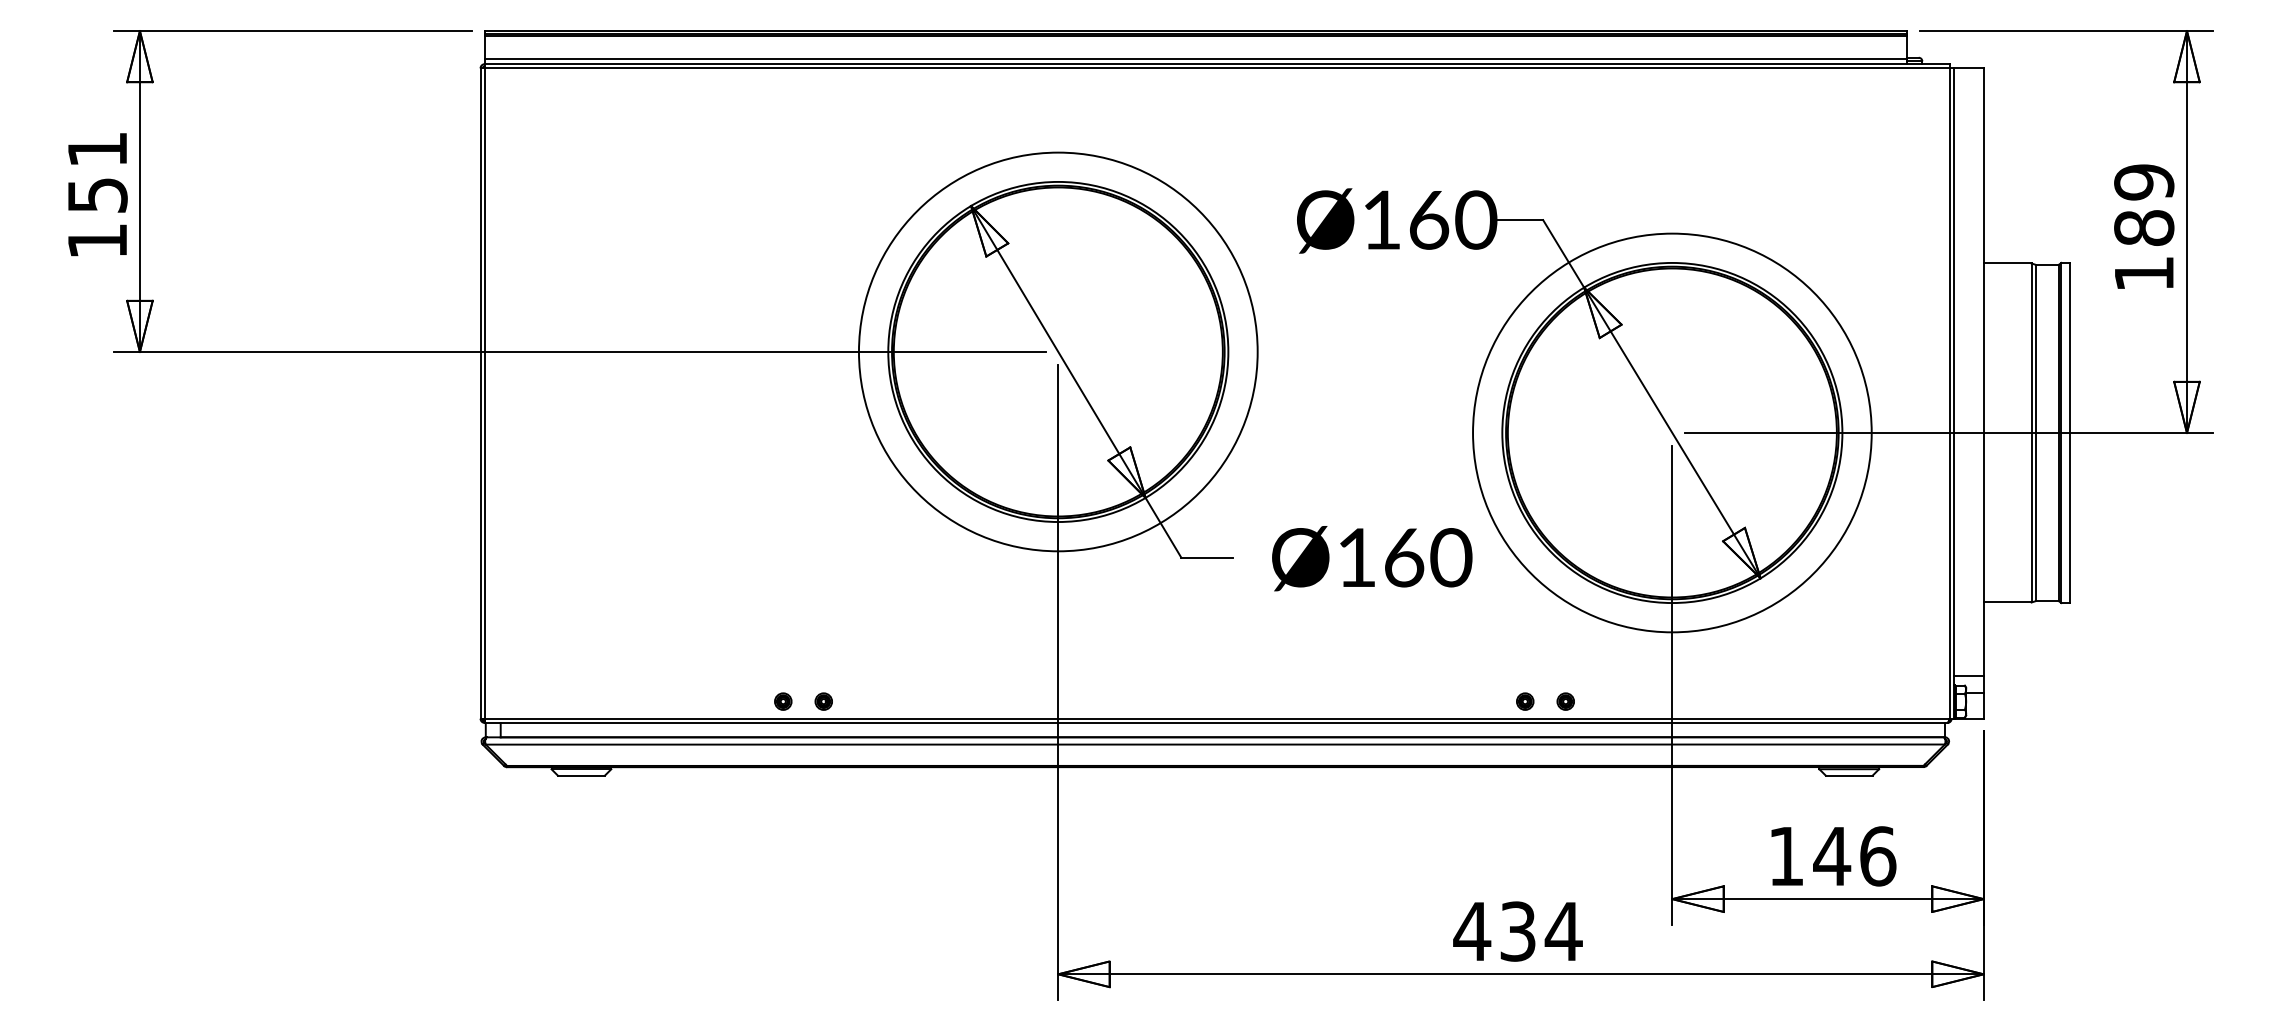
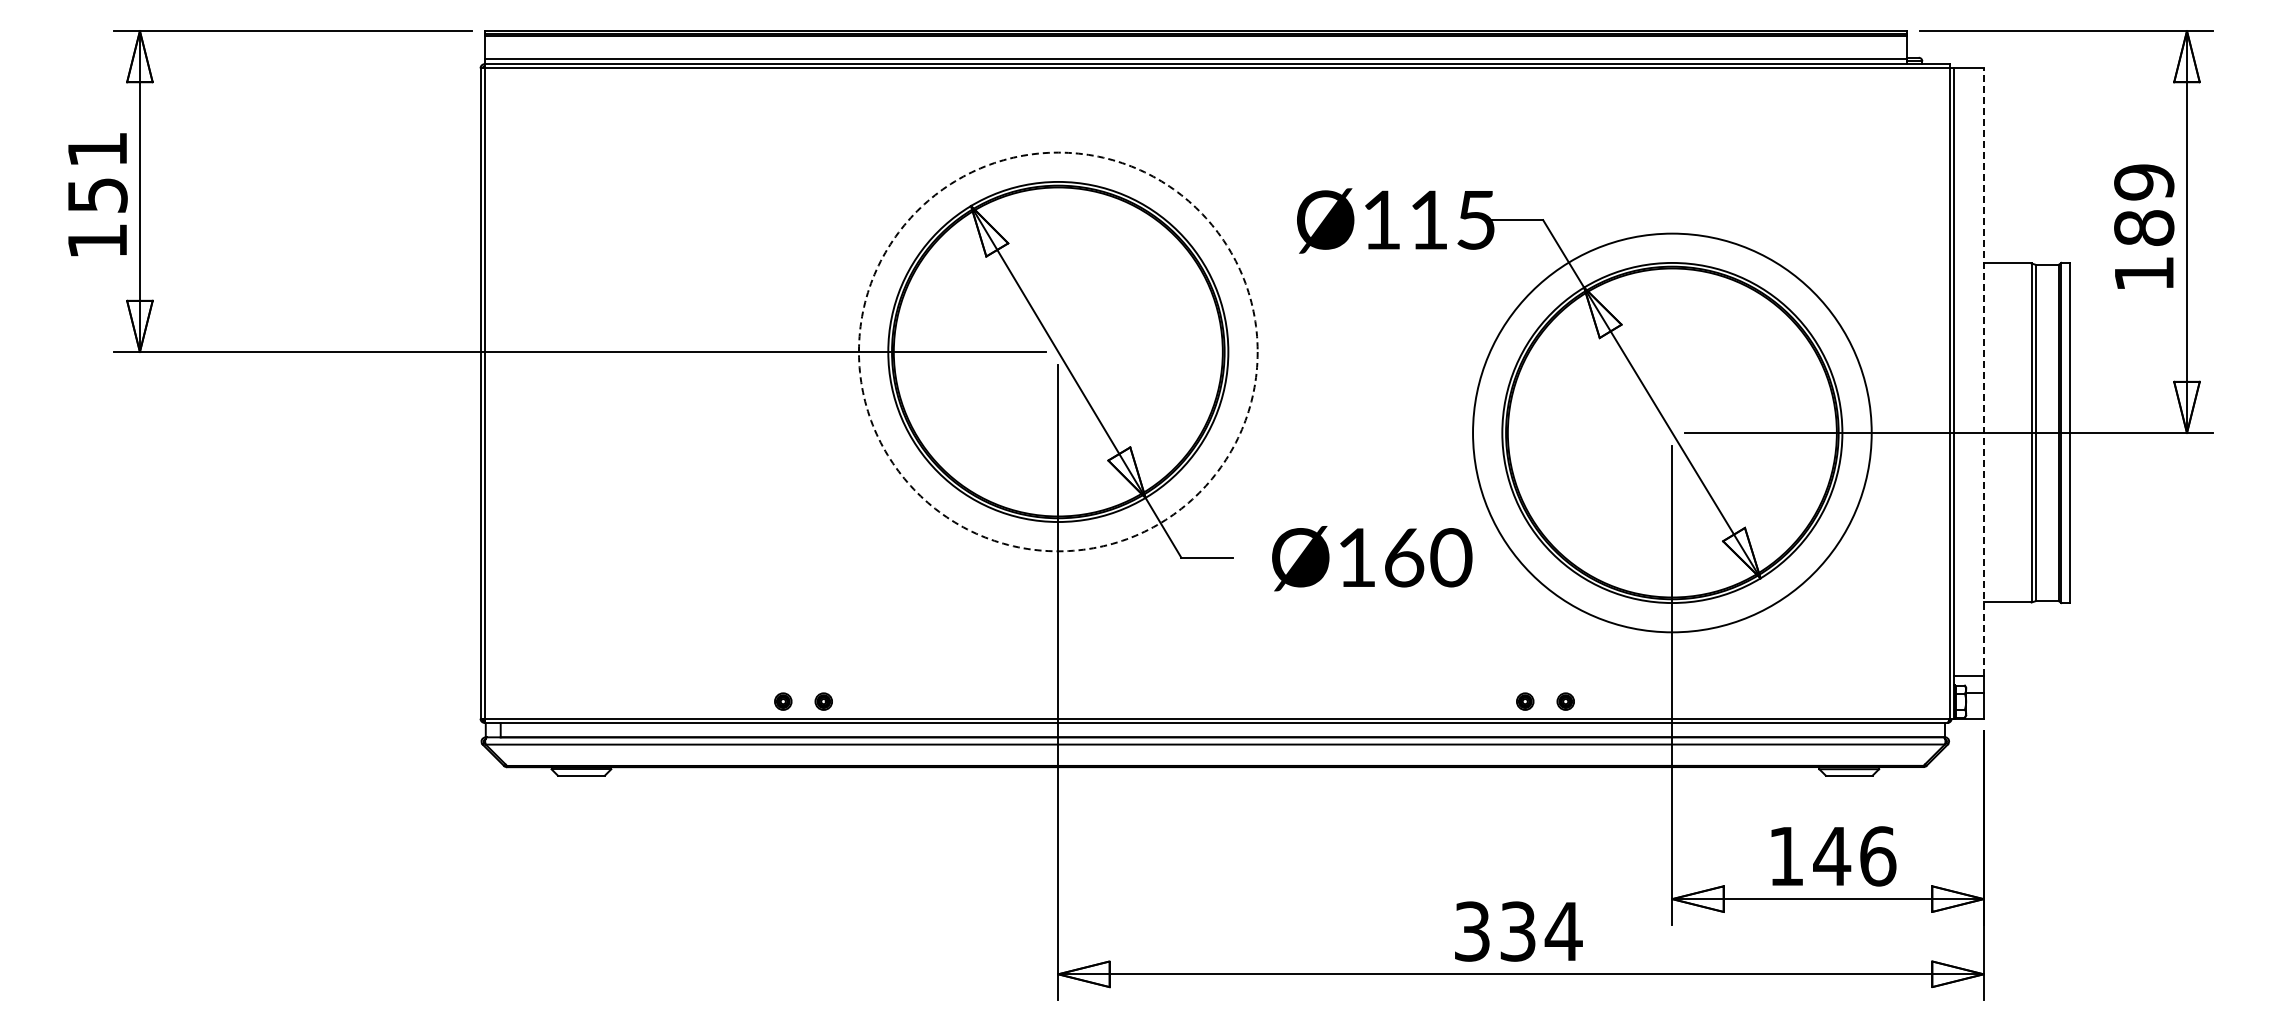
text at (1453, 219): Ø160 -> Ø115
circle at (1057, 351): solid -> dashed
line at (1983, 372): solid -> dashed
text at (1472, 931): 434 -> 334
